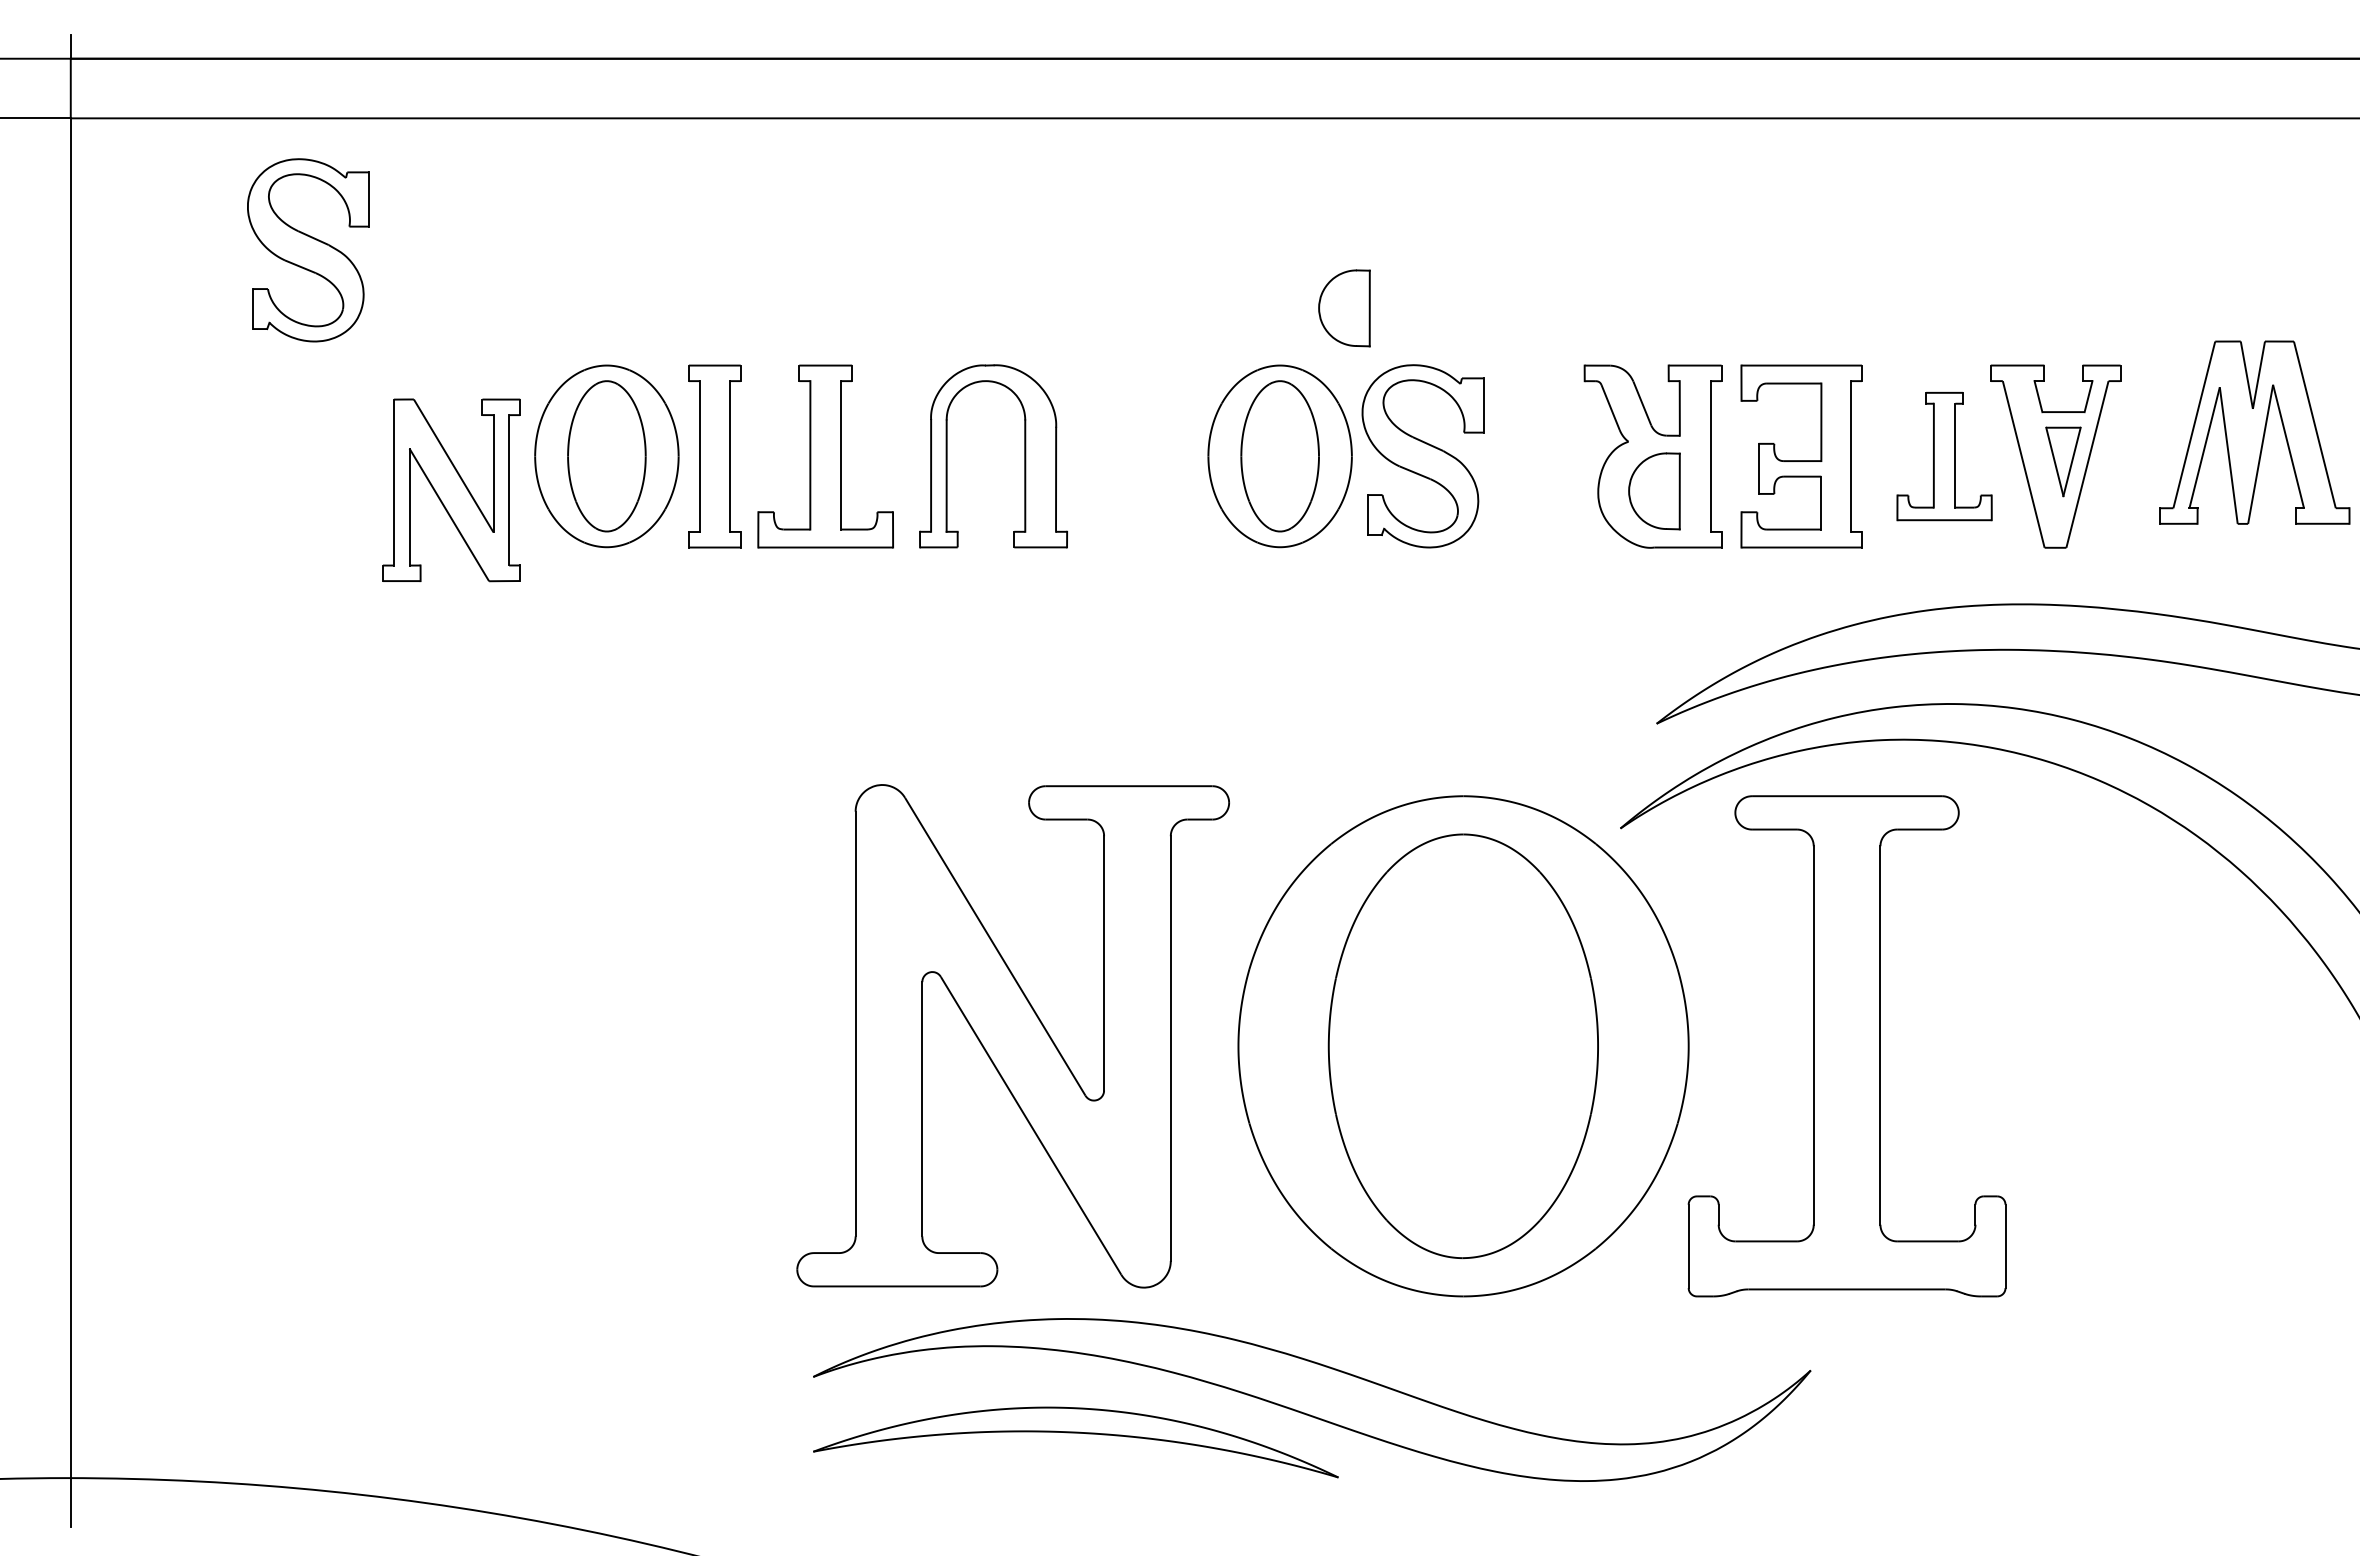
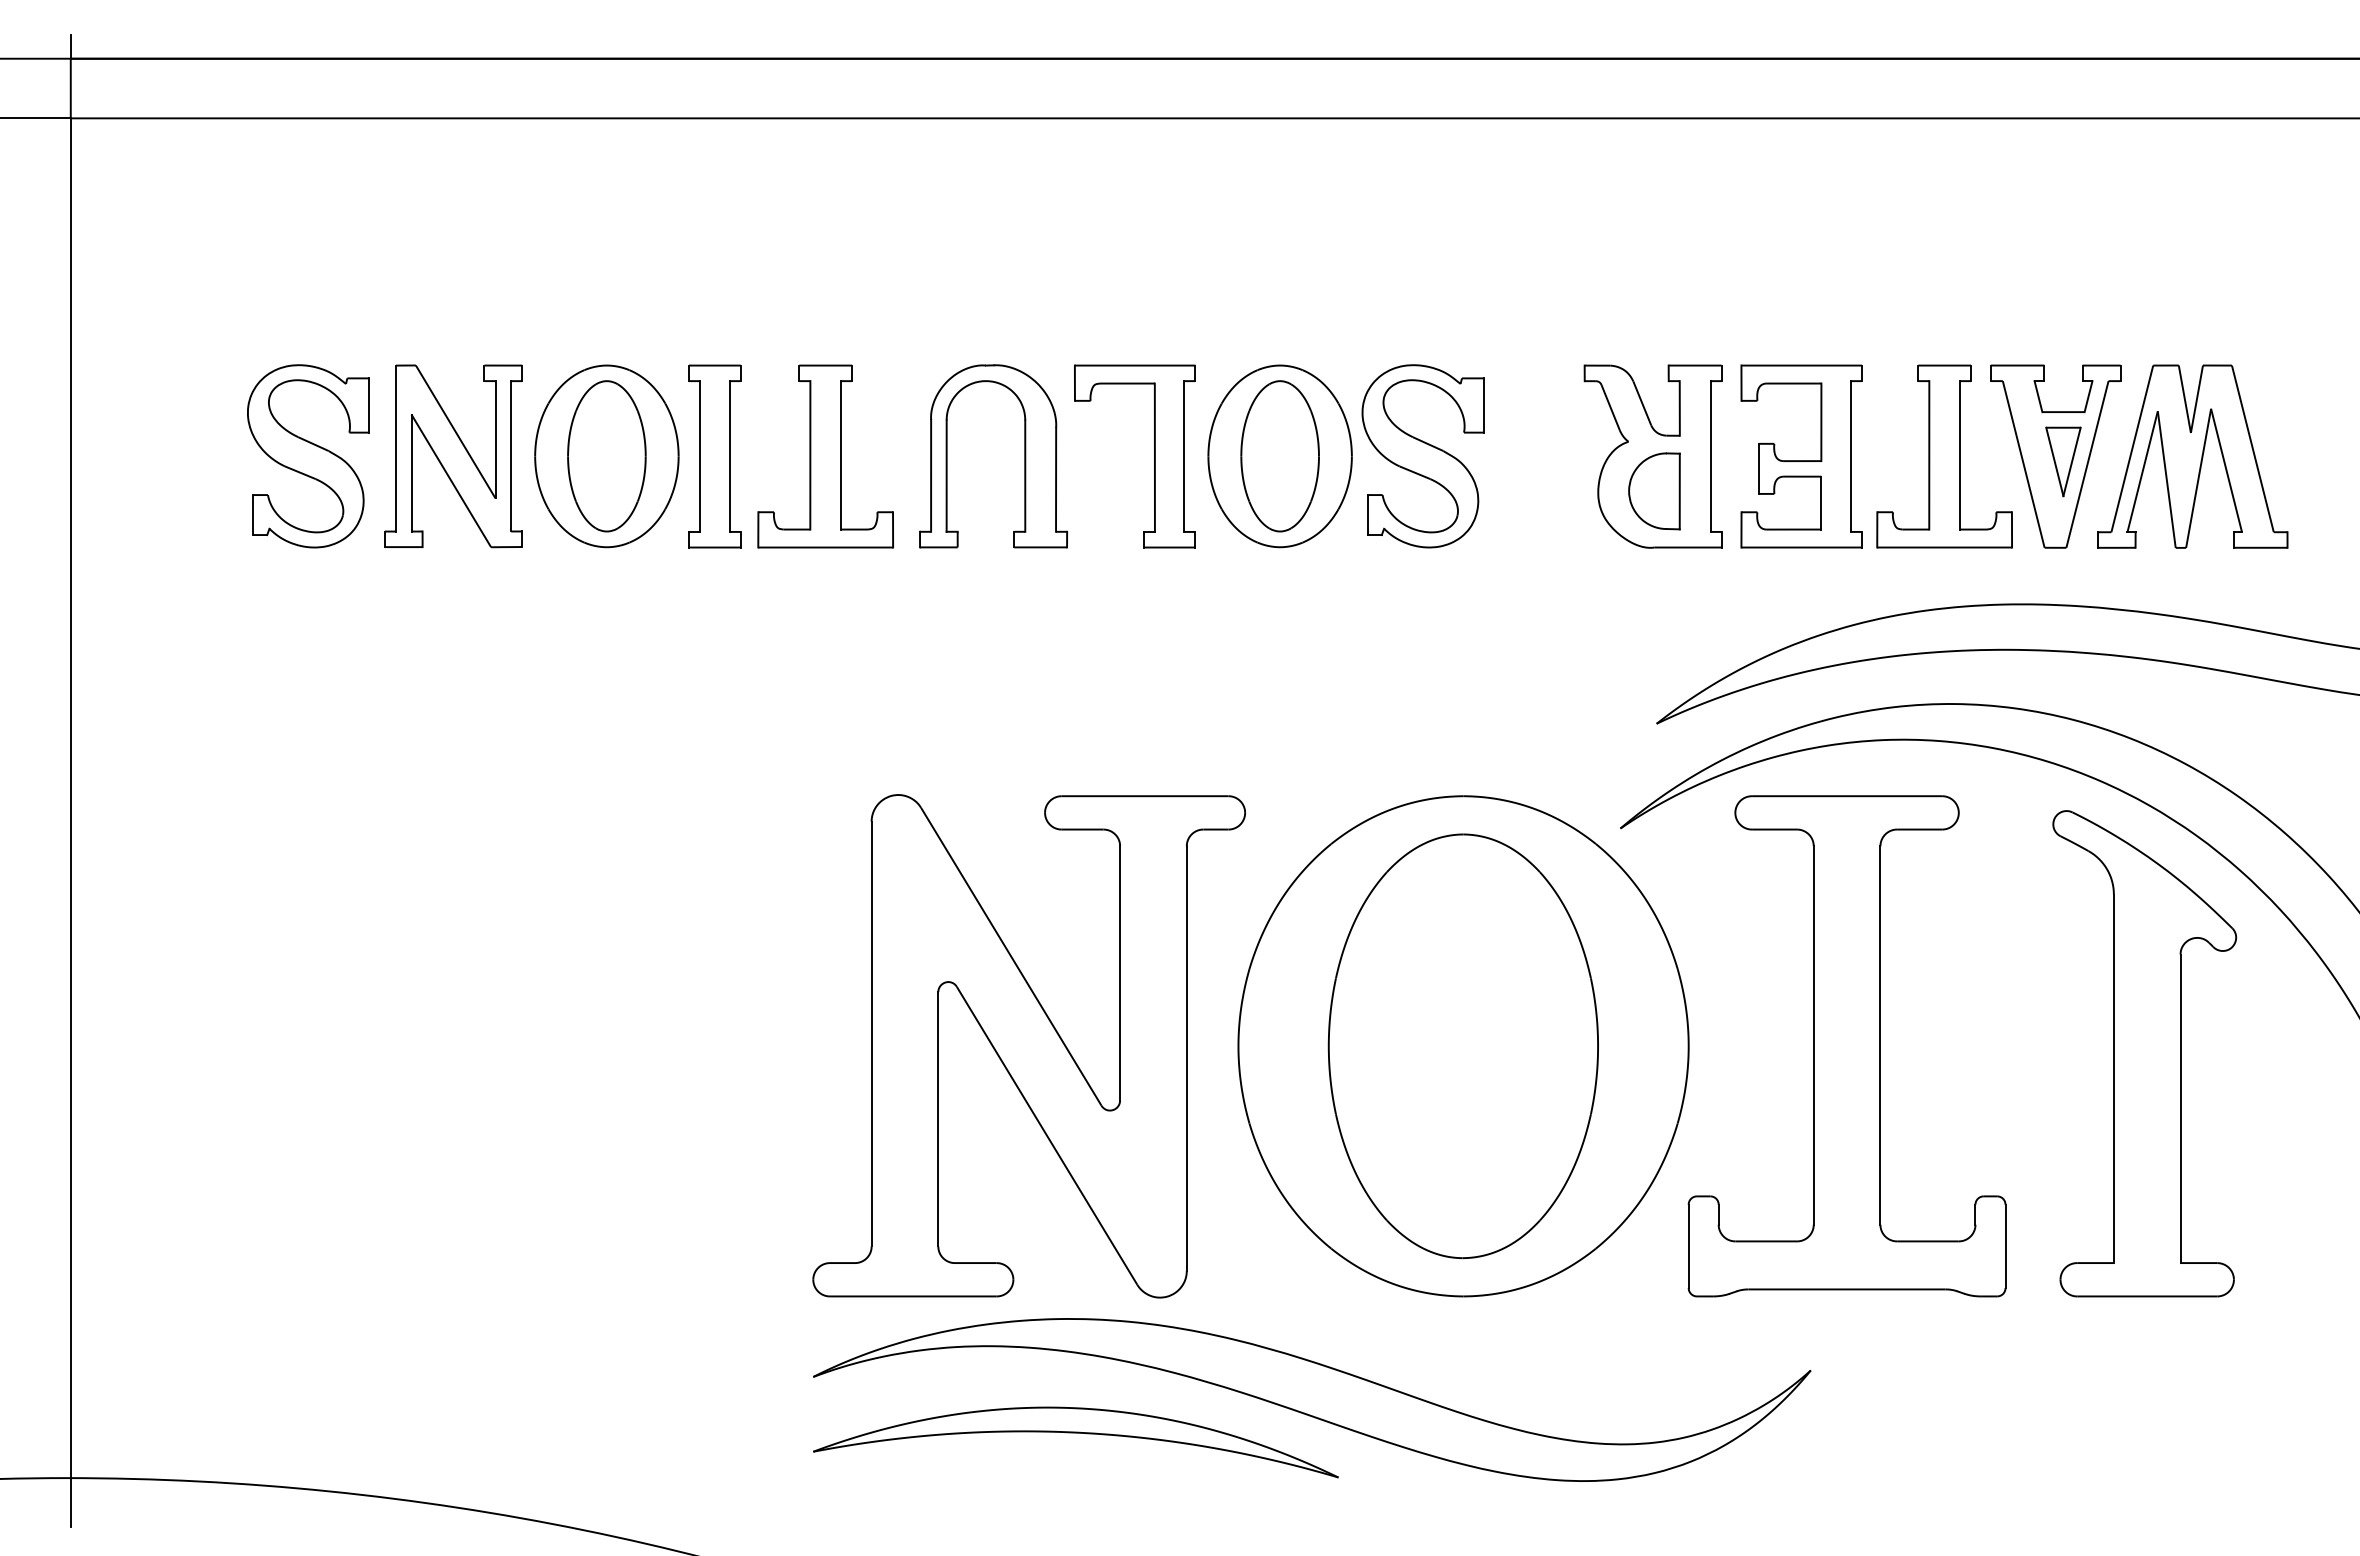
part at (308, 250) position: (308, 250) -> (308, 456)
part at (1344, 308): present -> none
part at (2254, 432) position: (2254, 432) -> (2192, 456)
part at (1154, 456): none -> present
part at (1944, 456) size: 97x130 px -> 137x185 px
part at (451, 490) position: (451, 490) -> (453, 456)
part at (1012, 1036) position: (1012, 1036) -> (1028, 1046)
part at (2144, 1053): none -> present
